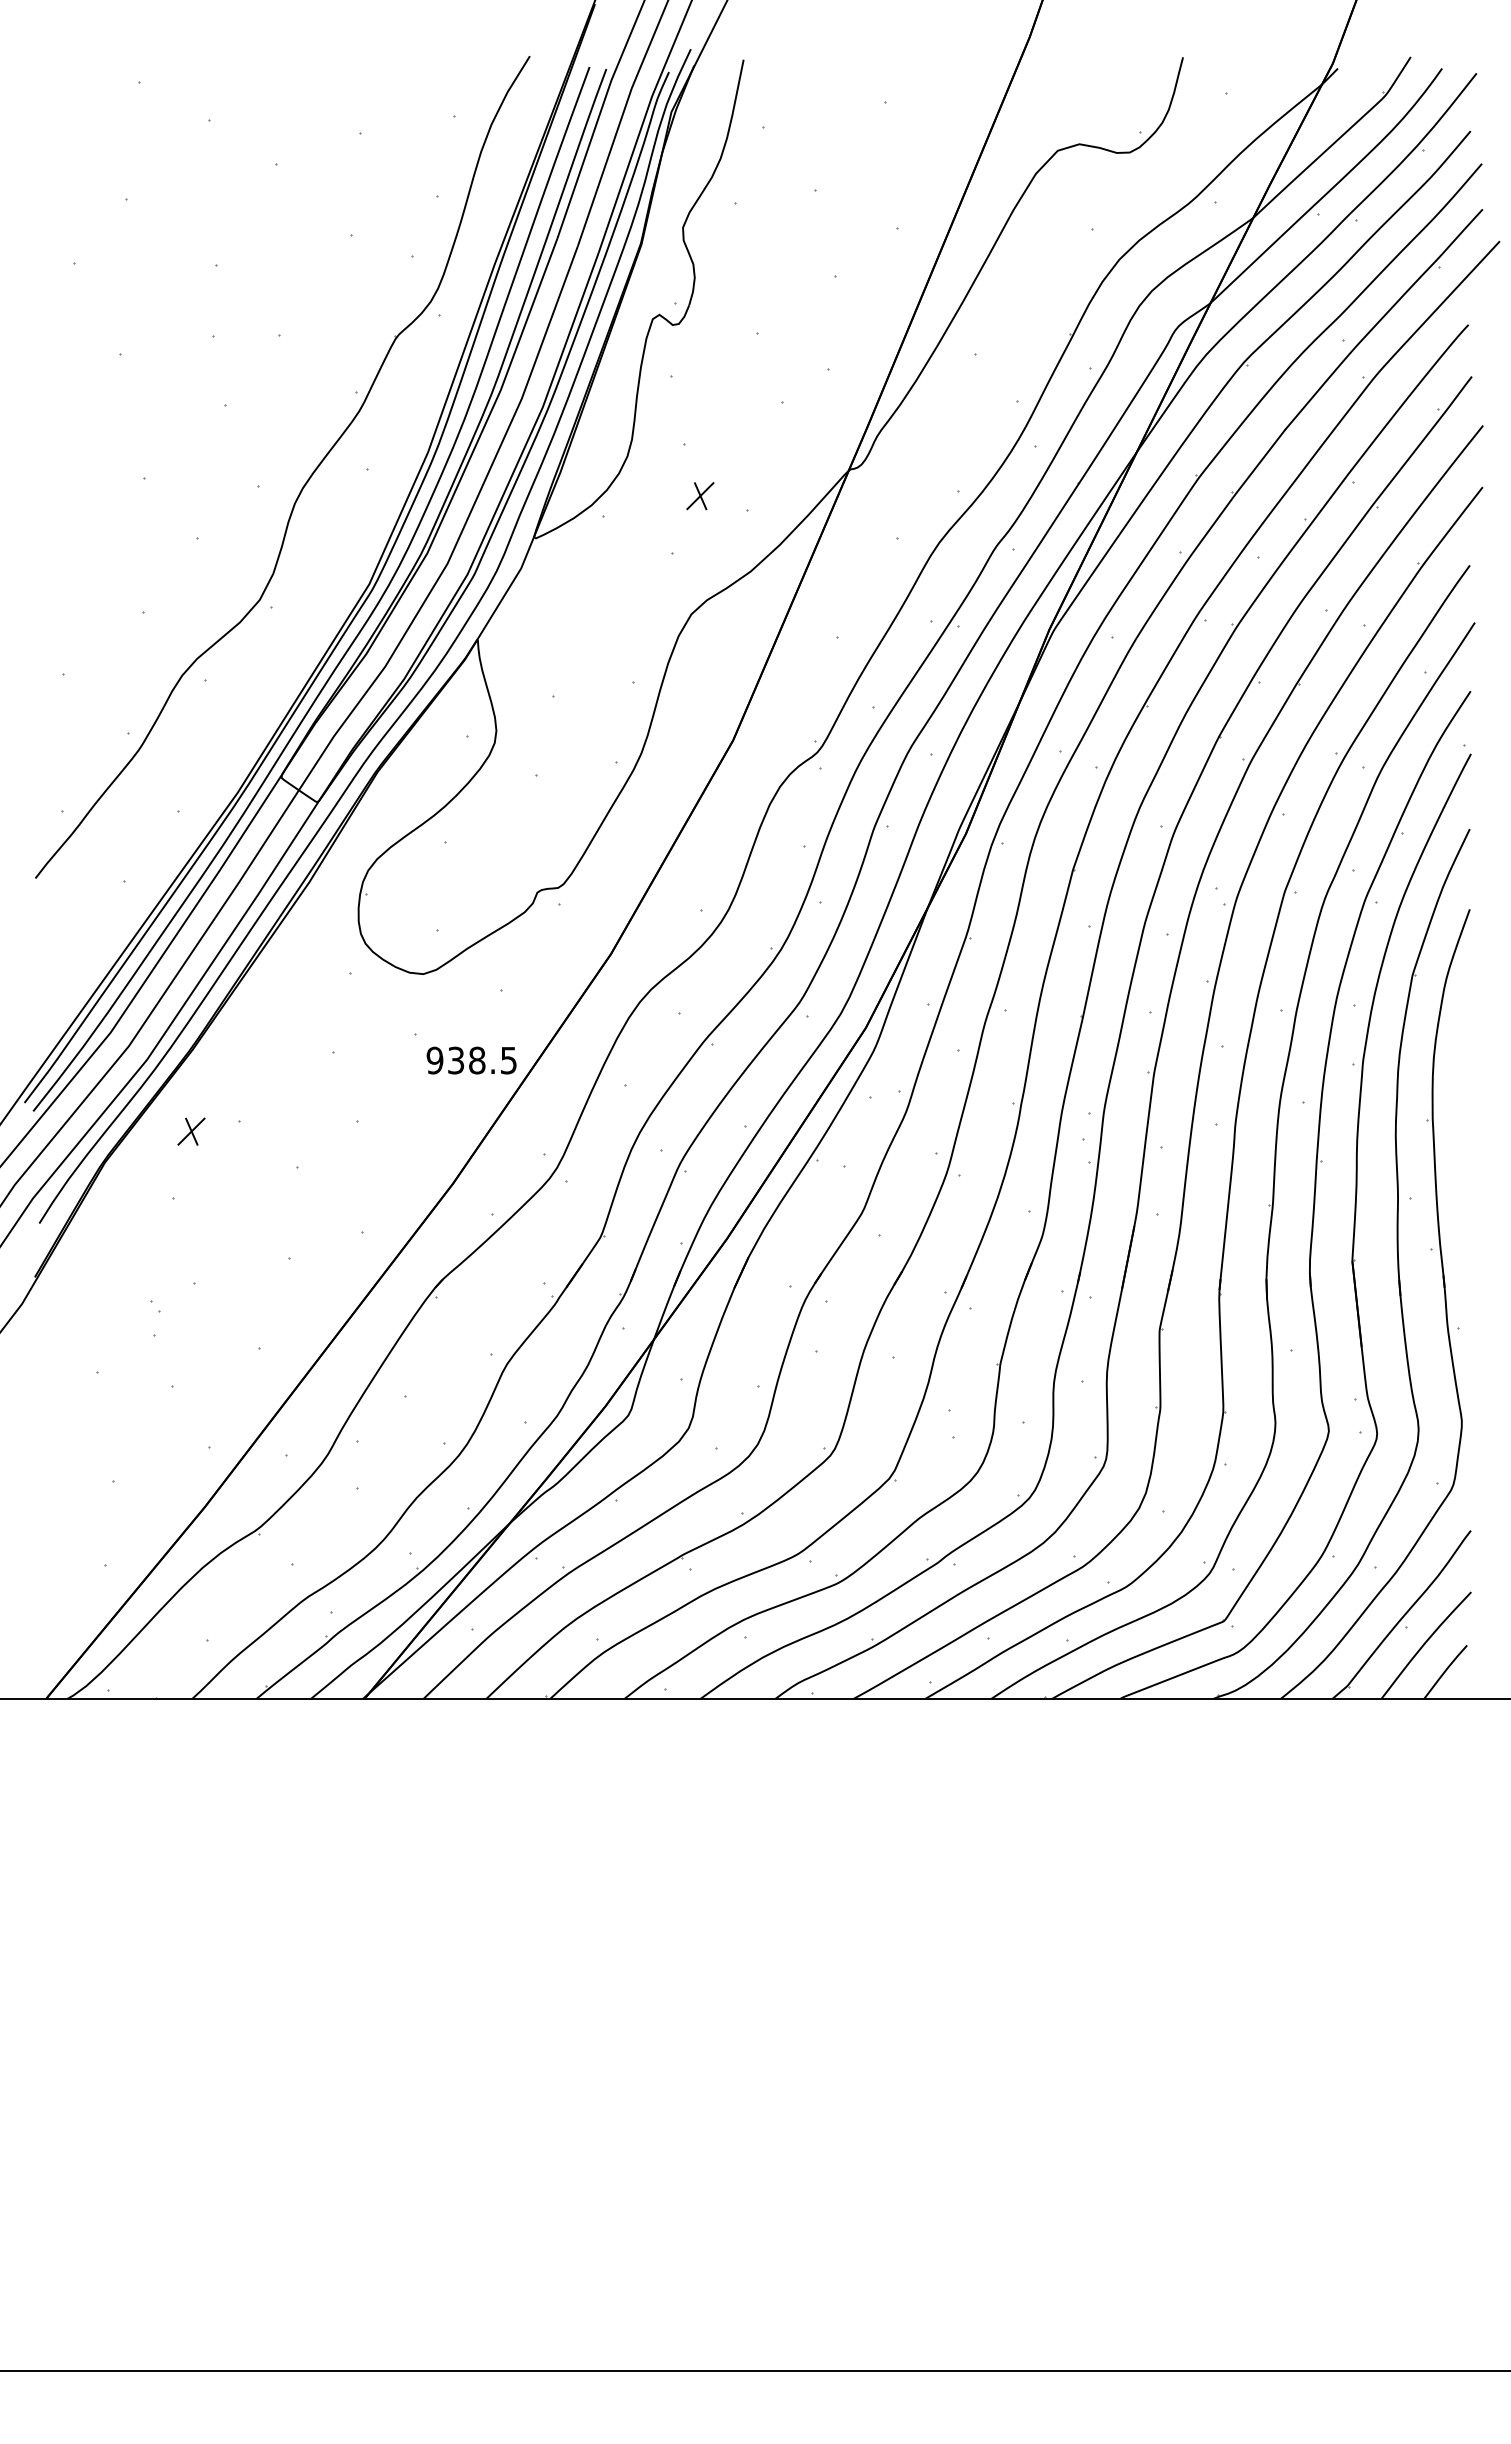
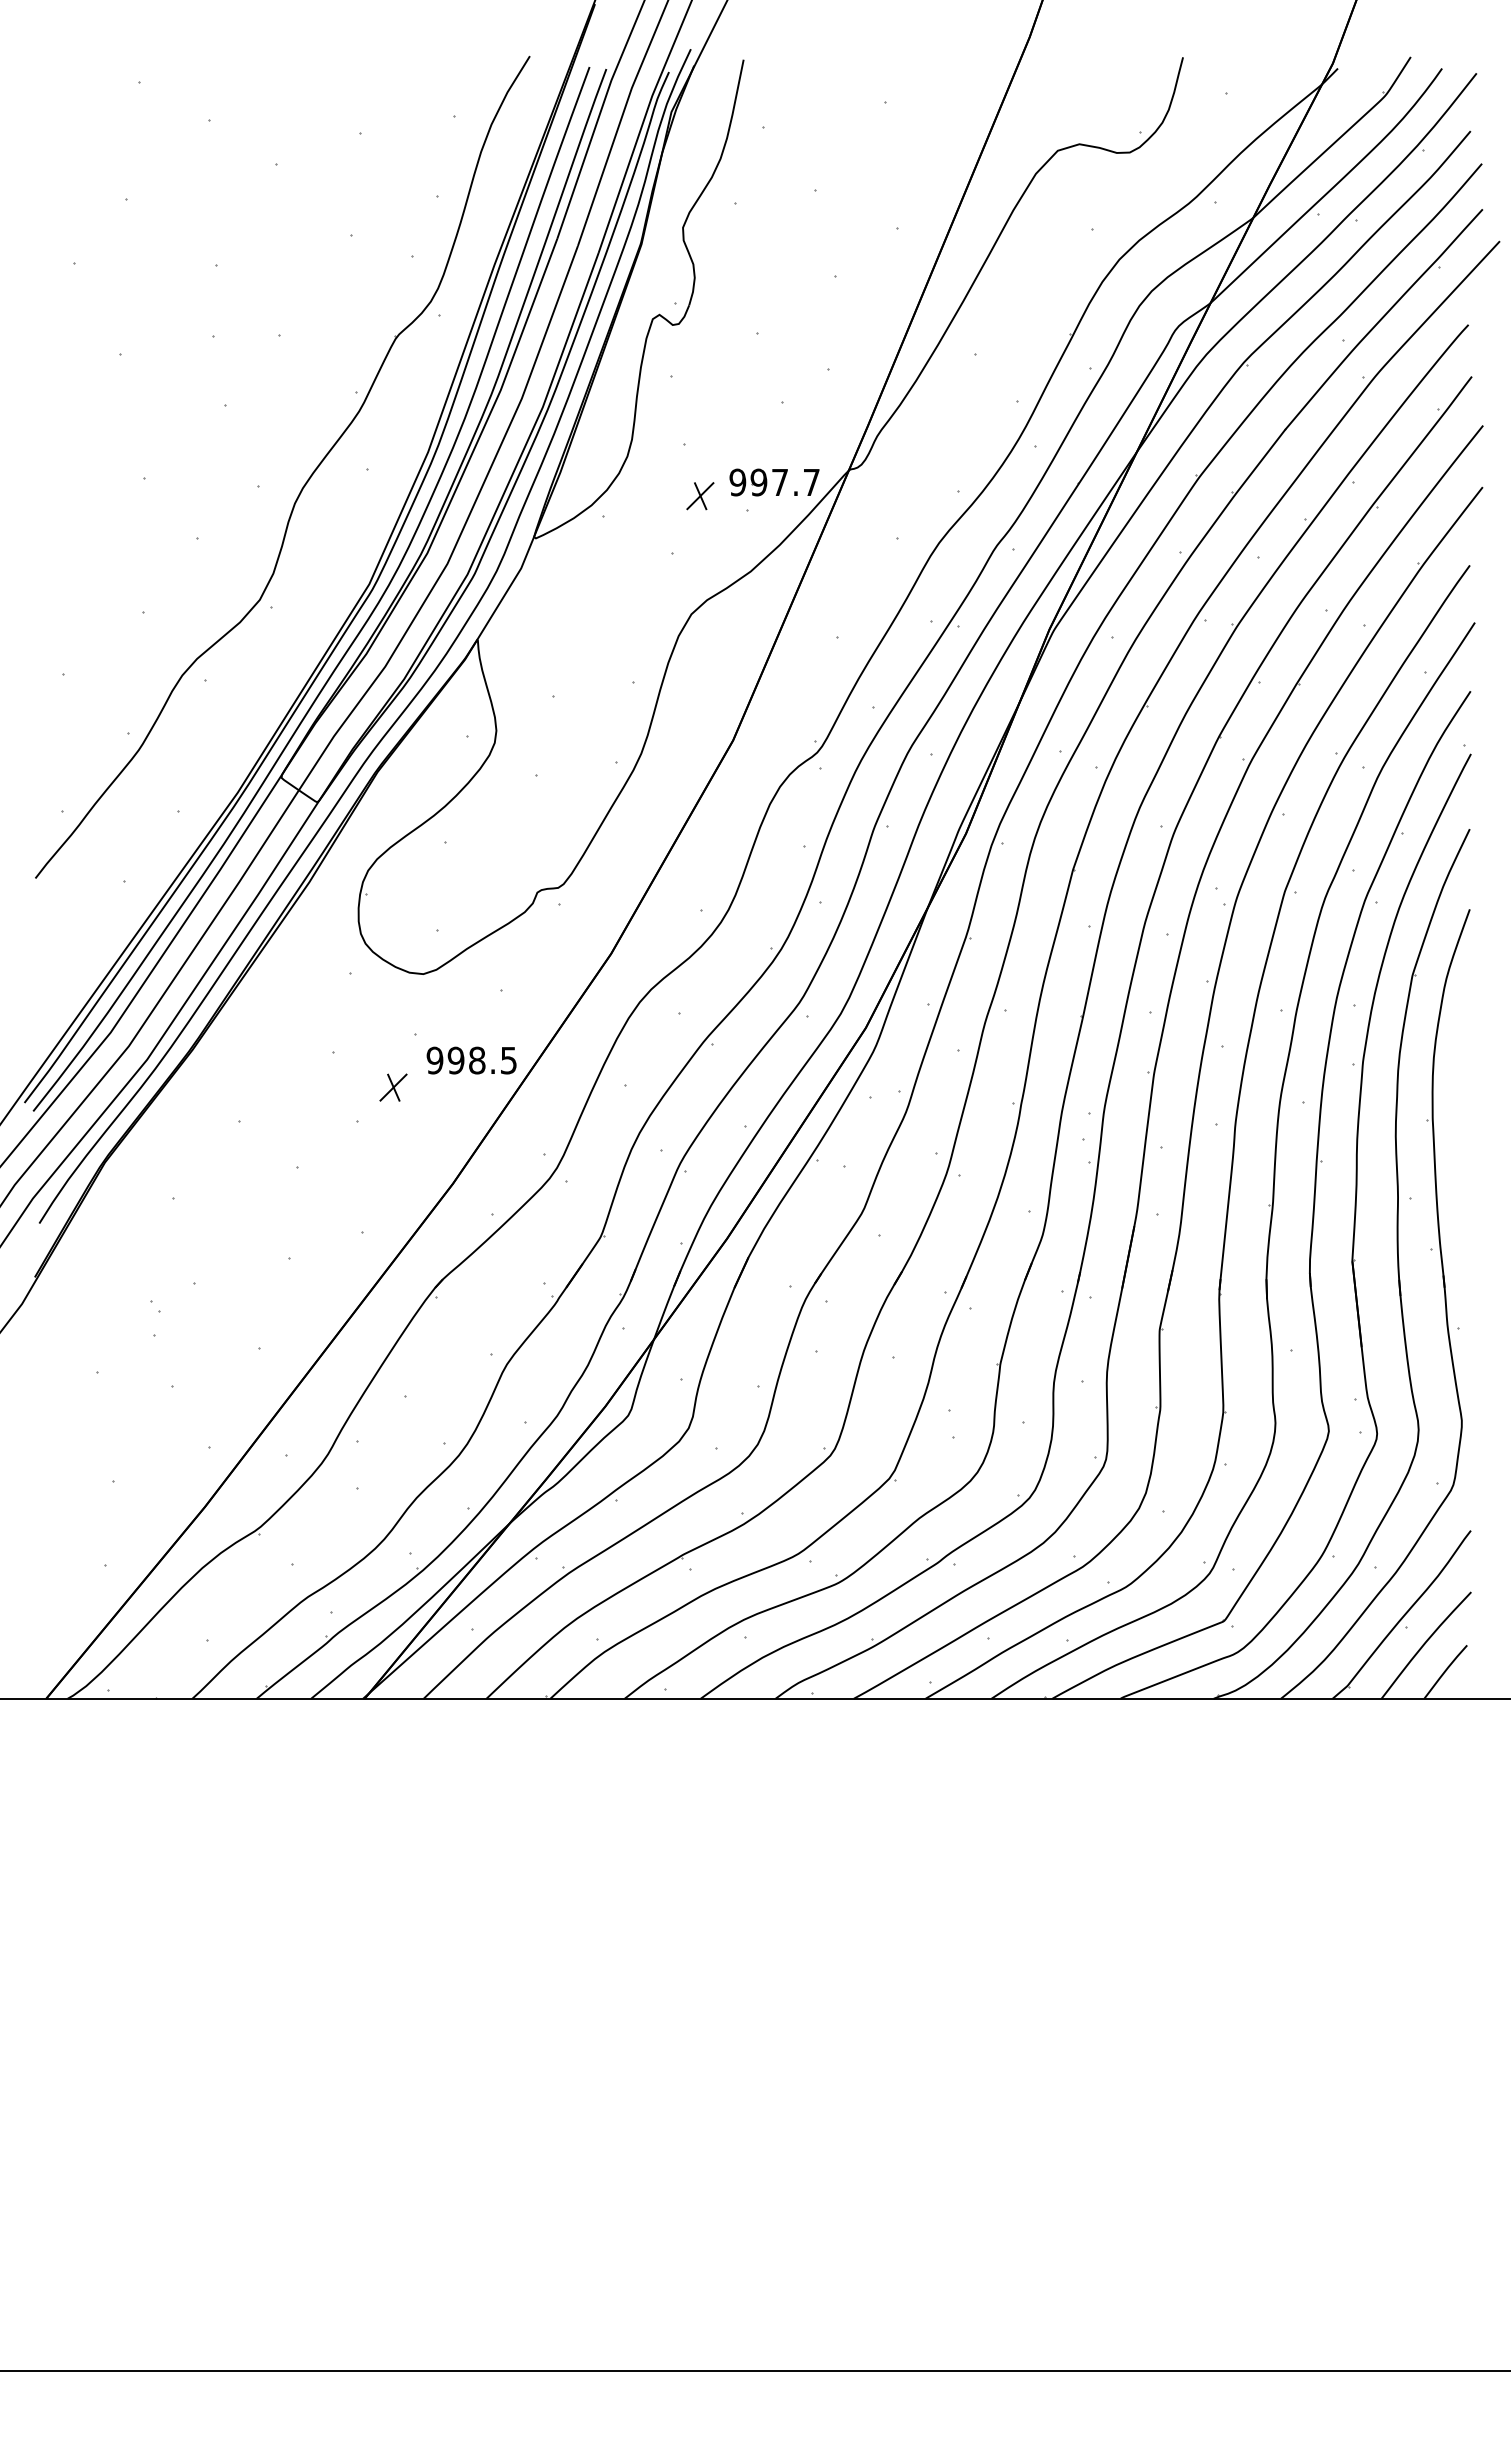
part at (774, 482): none -> present
text at (455, 1060): 938.5 -> 998.5
part at (191, 1131) position: (191, 1131) -> (393, 1087)
